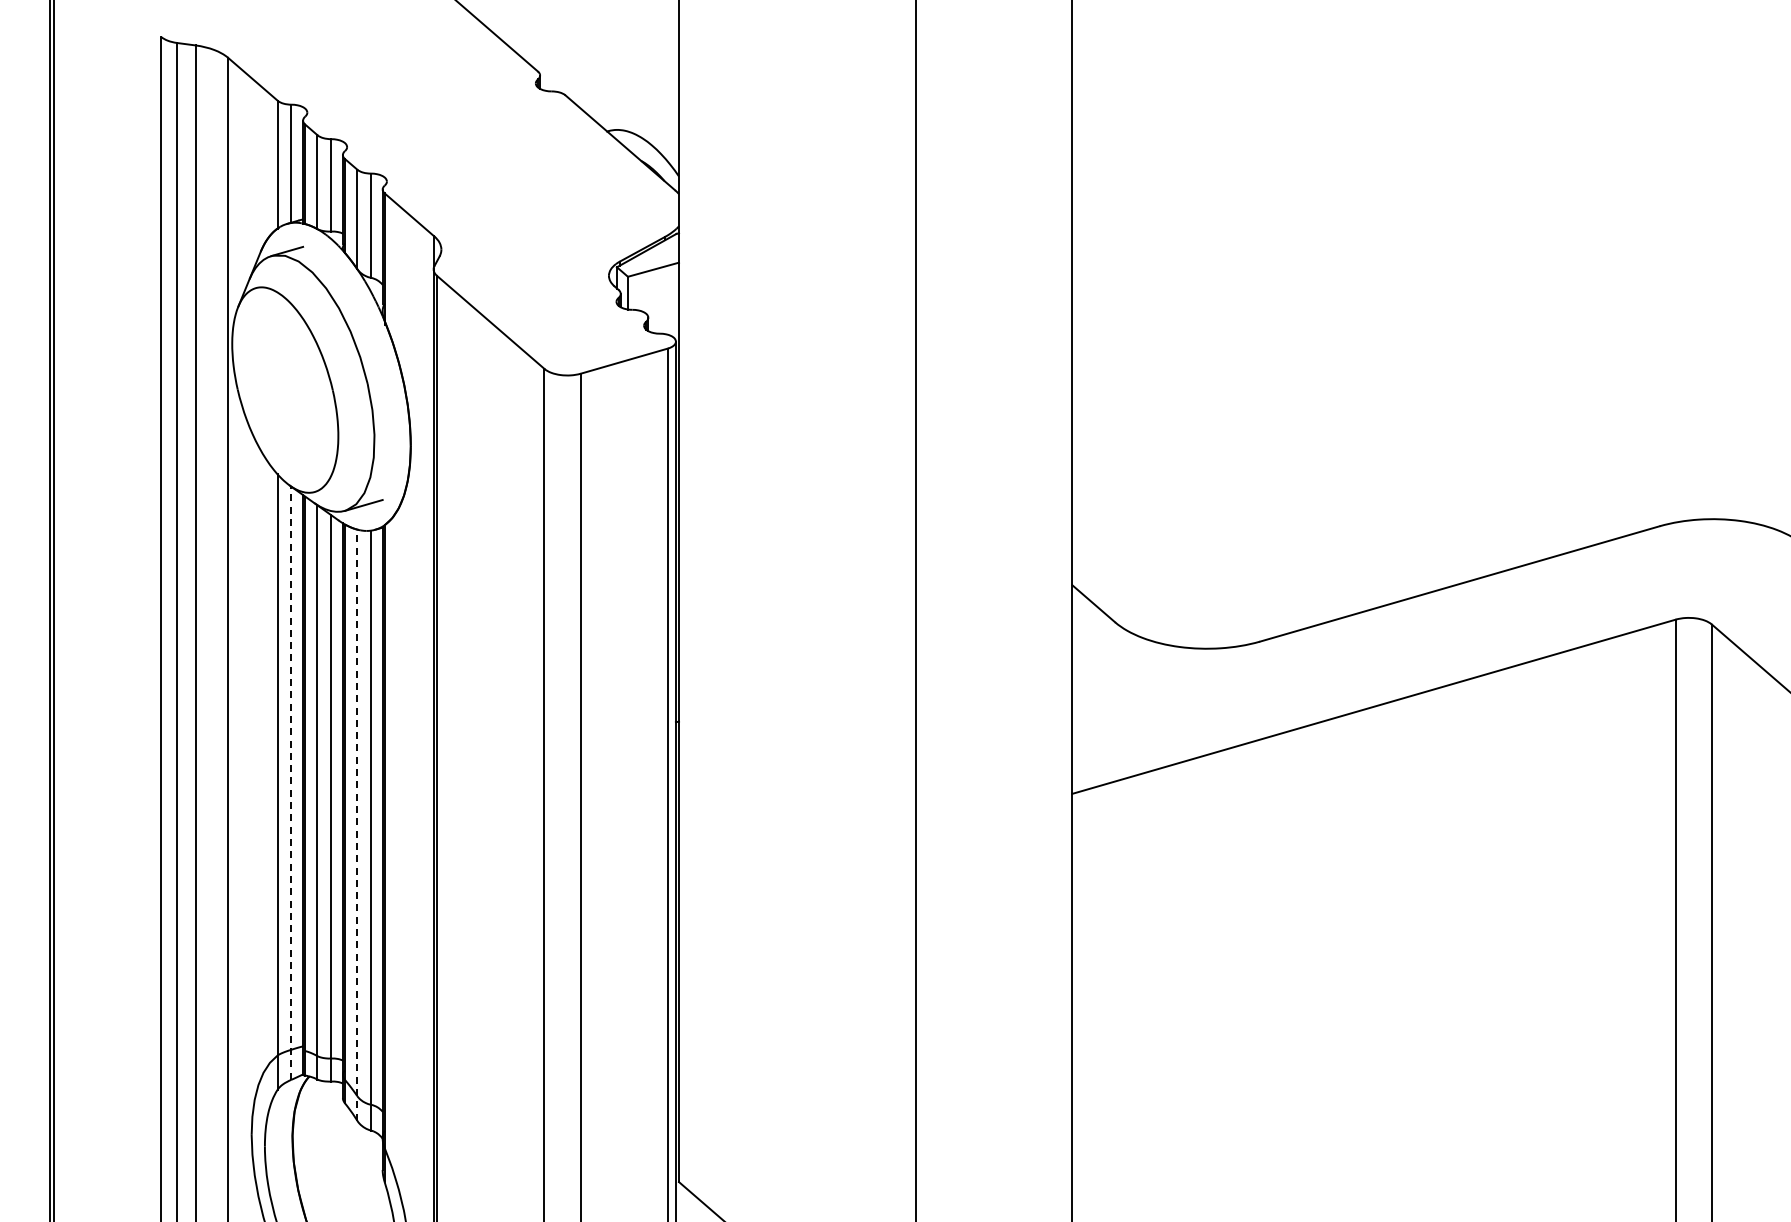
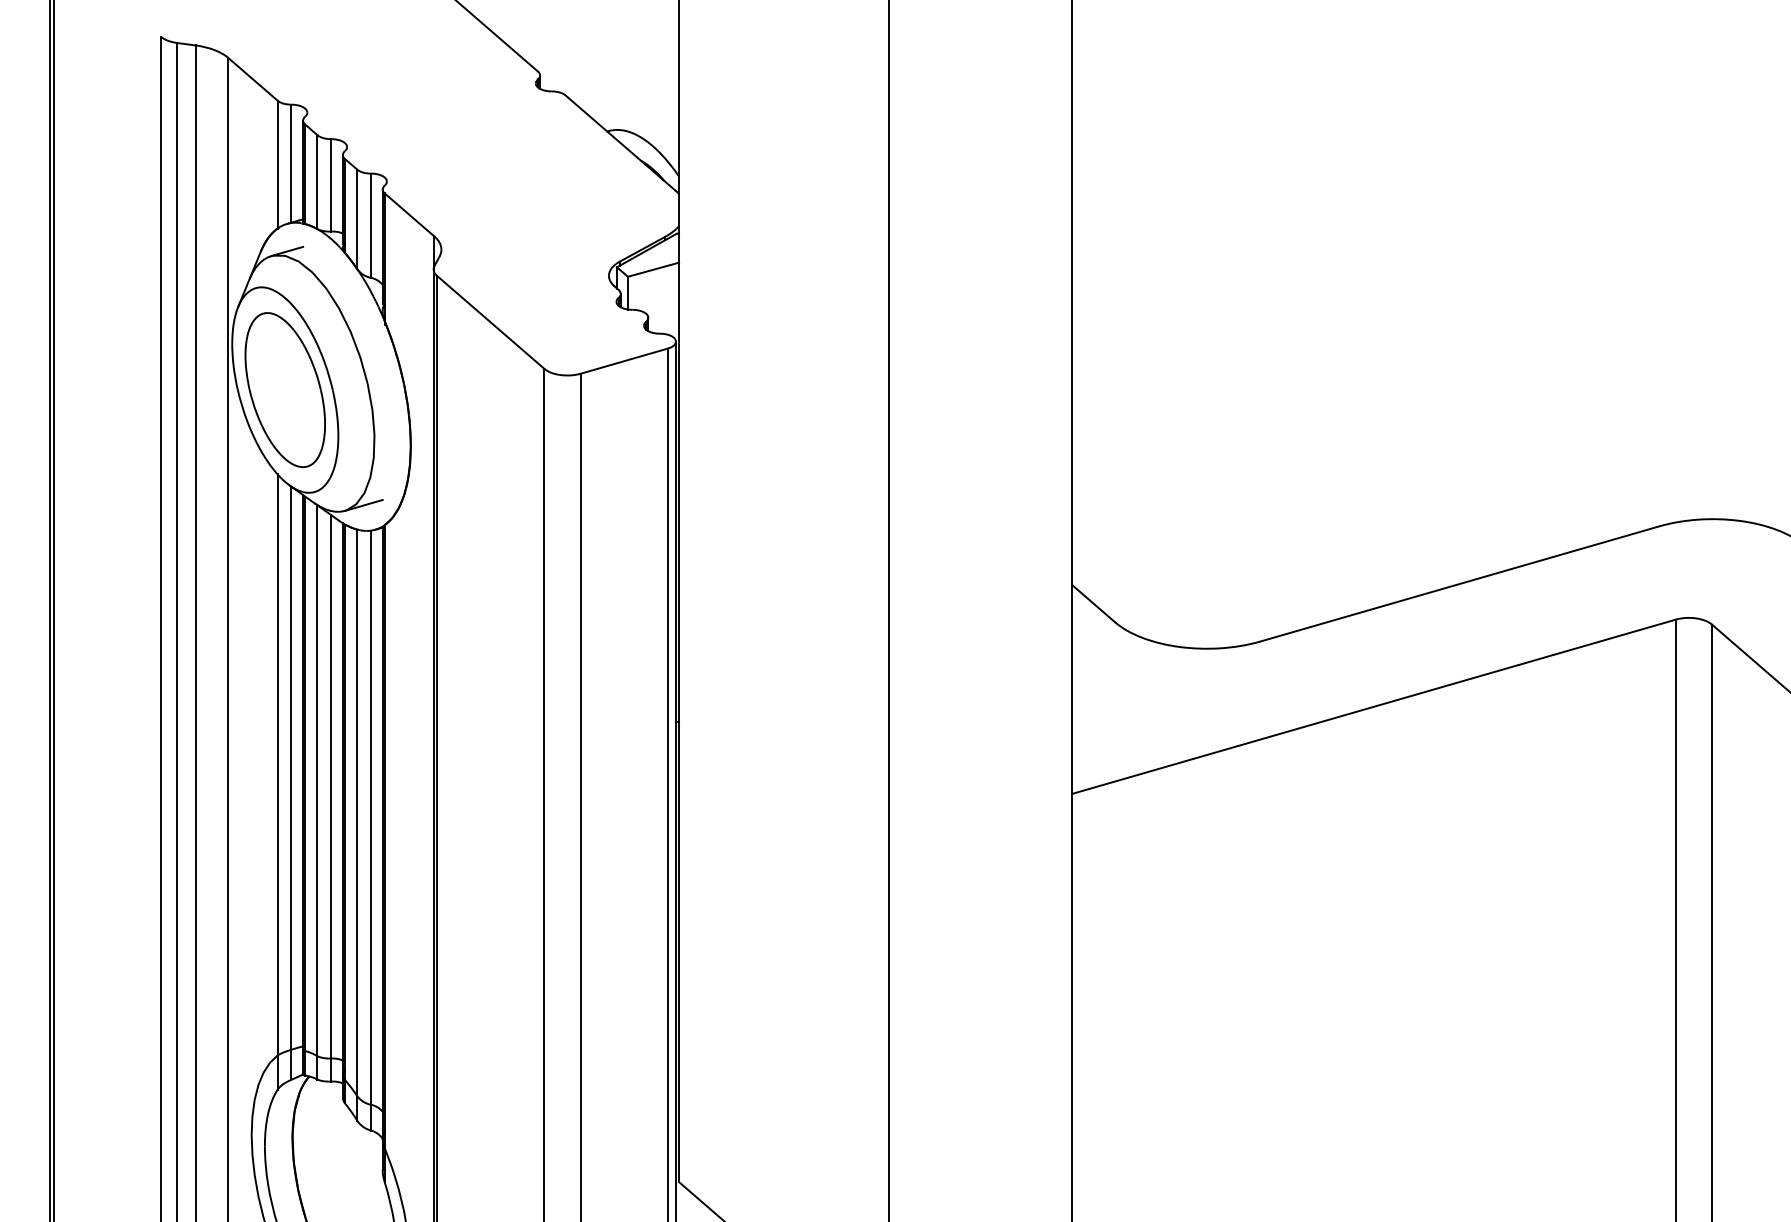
part at (284, 389): none -> present
line at (915, 610) position: (915, 610) -> (888, 610)
line at (291, 783): dashed -> solid
line at (357, 825): dashed -> solid
